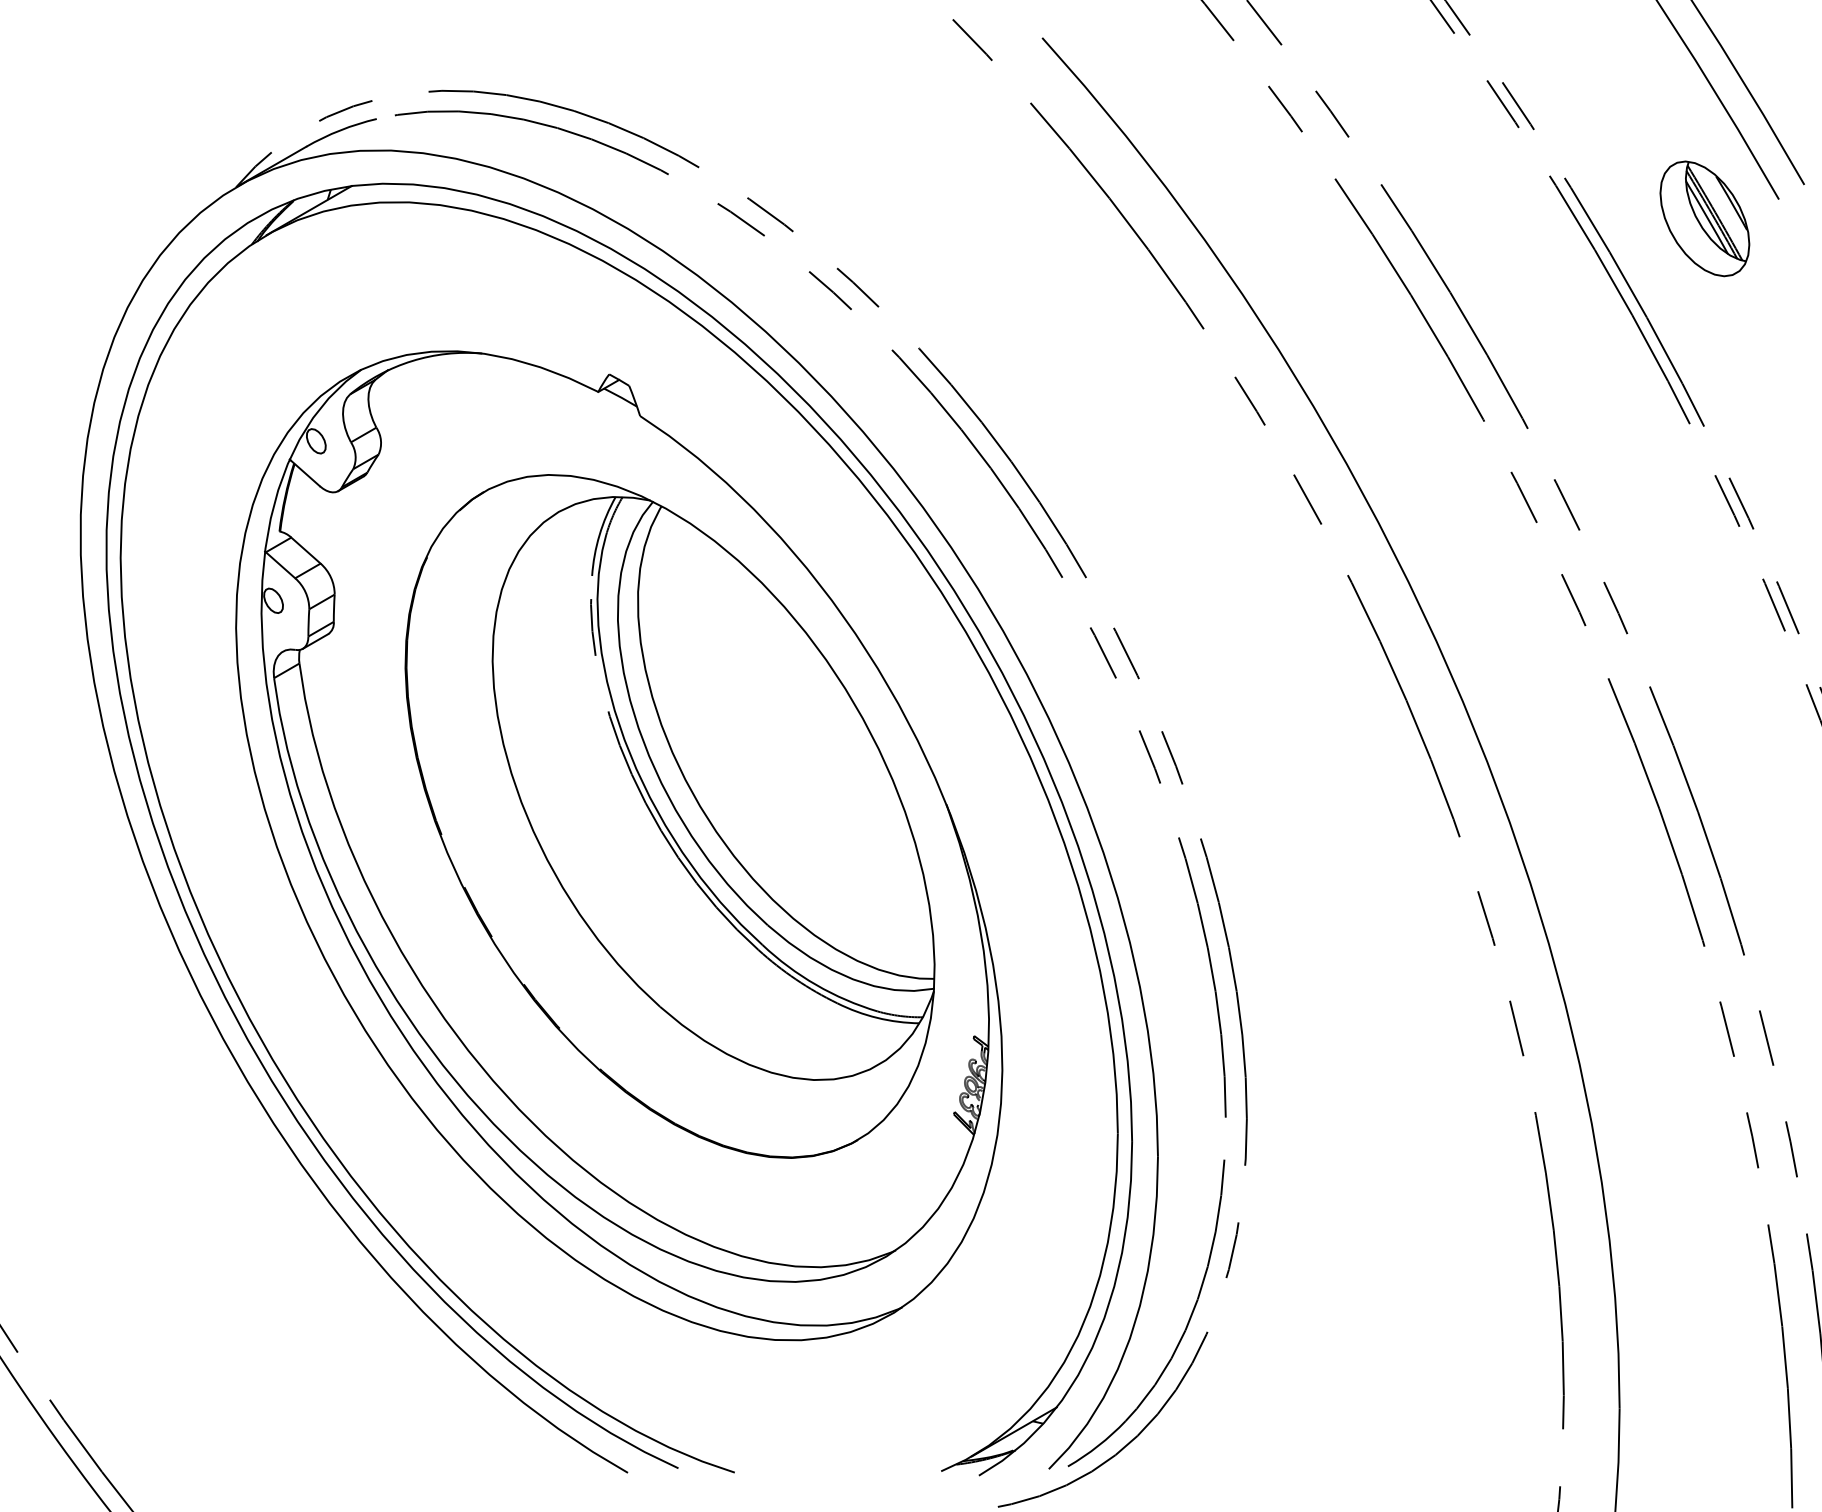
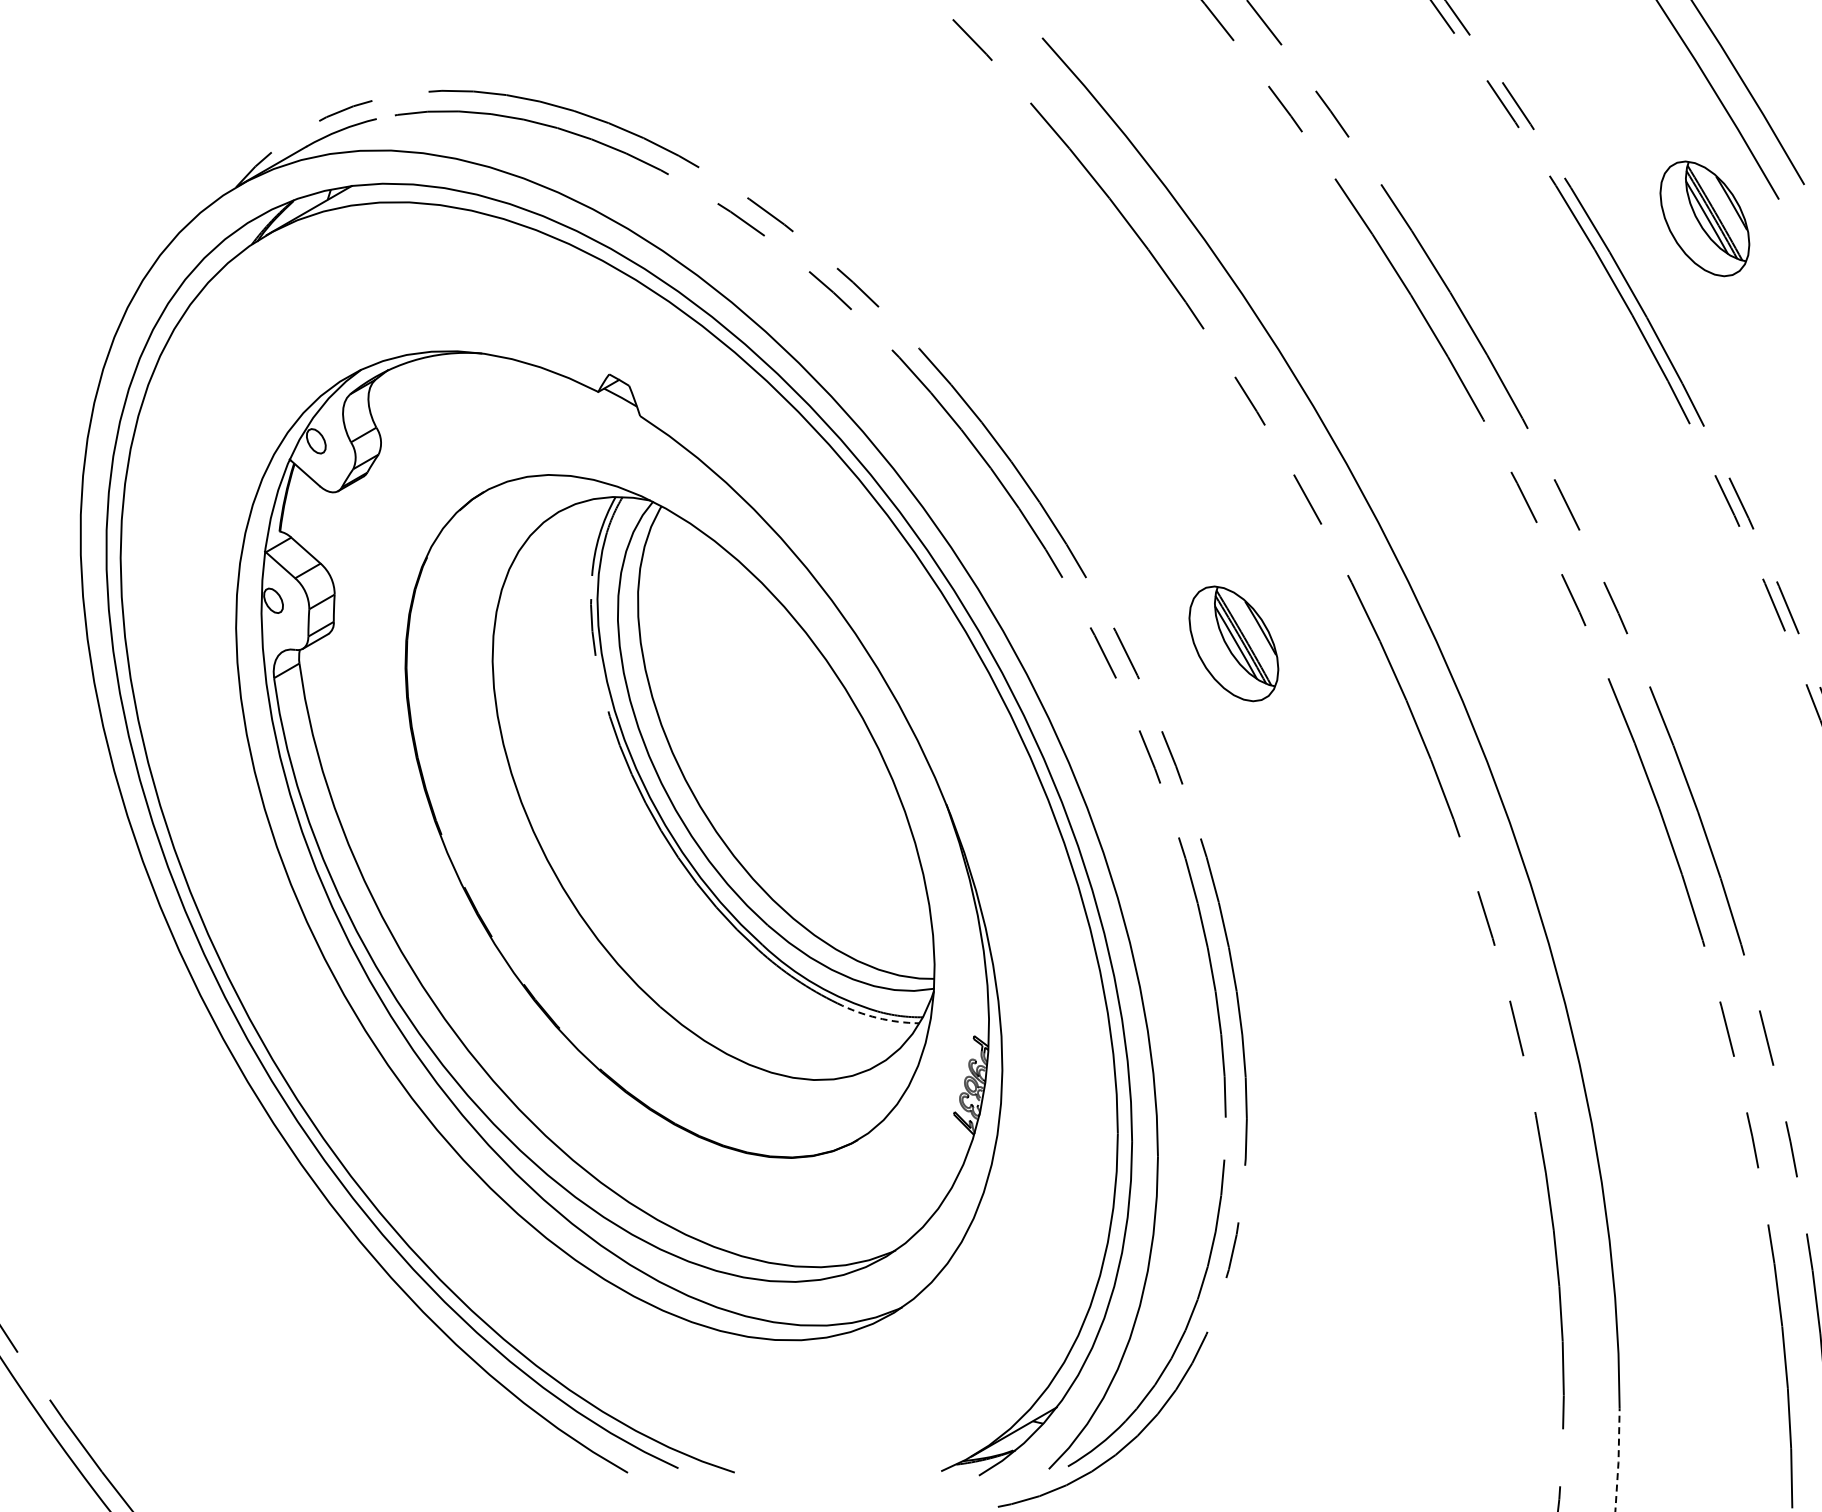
part at (1233, 643): none -> present
arc at (877, 1017): solid -> dashed
line at (1618, 1460): solid -> dashed
